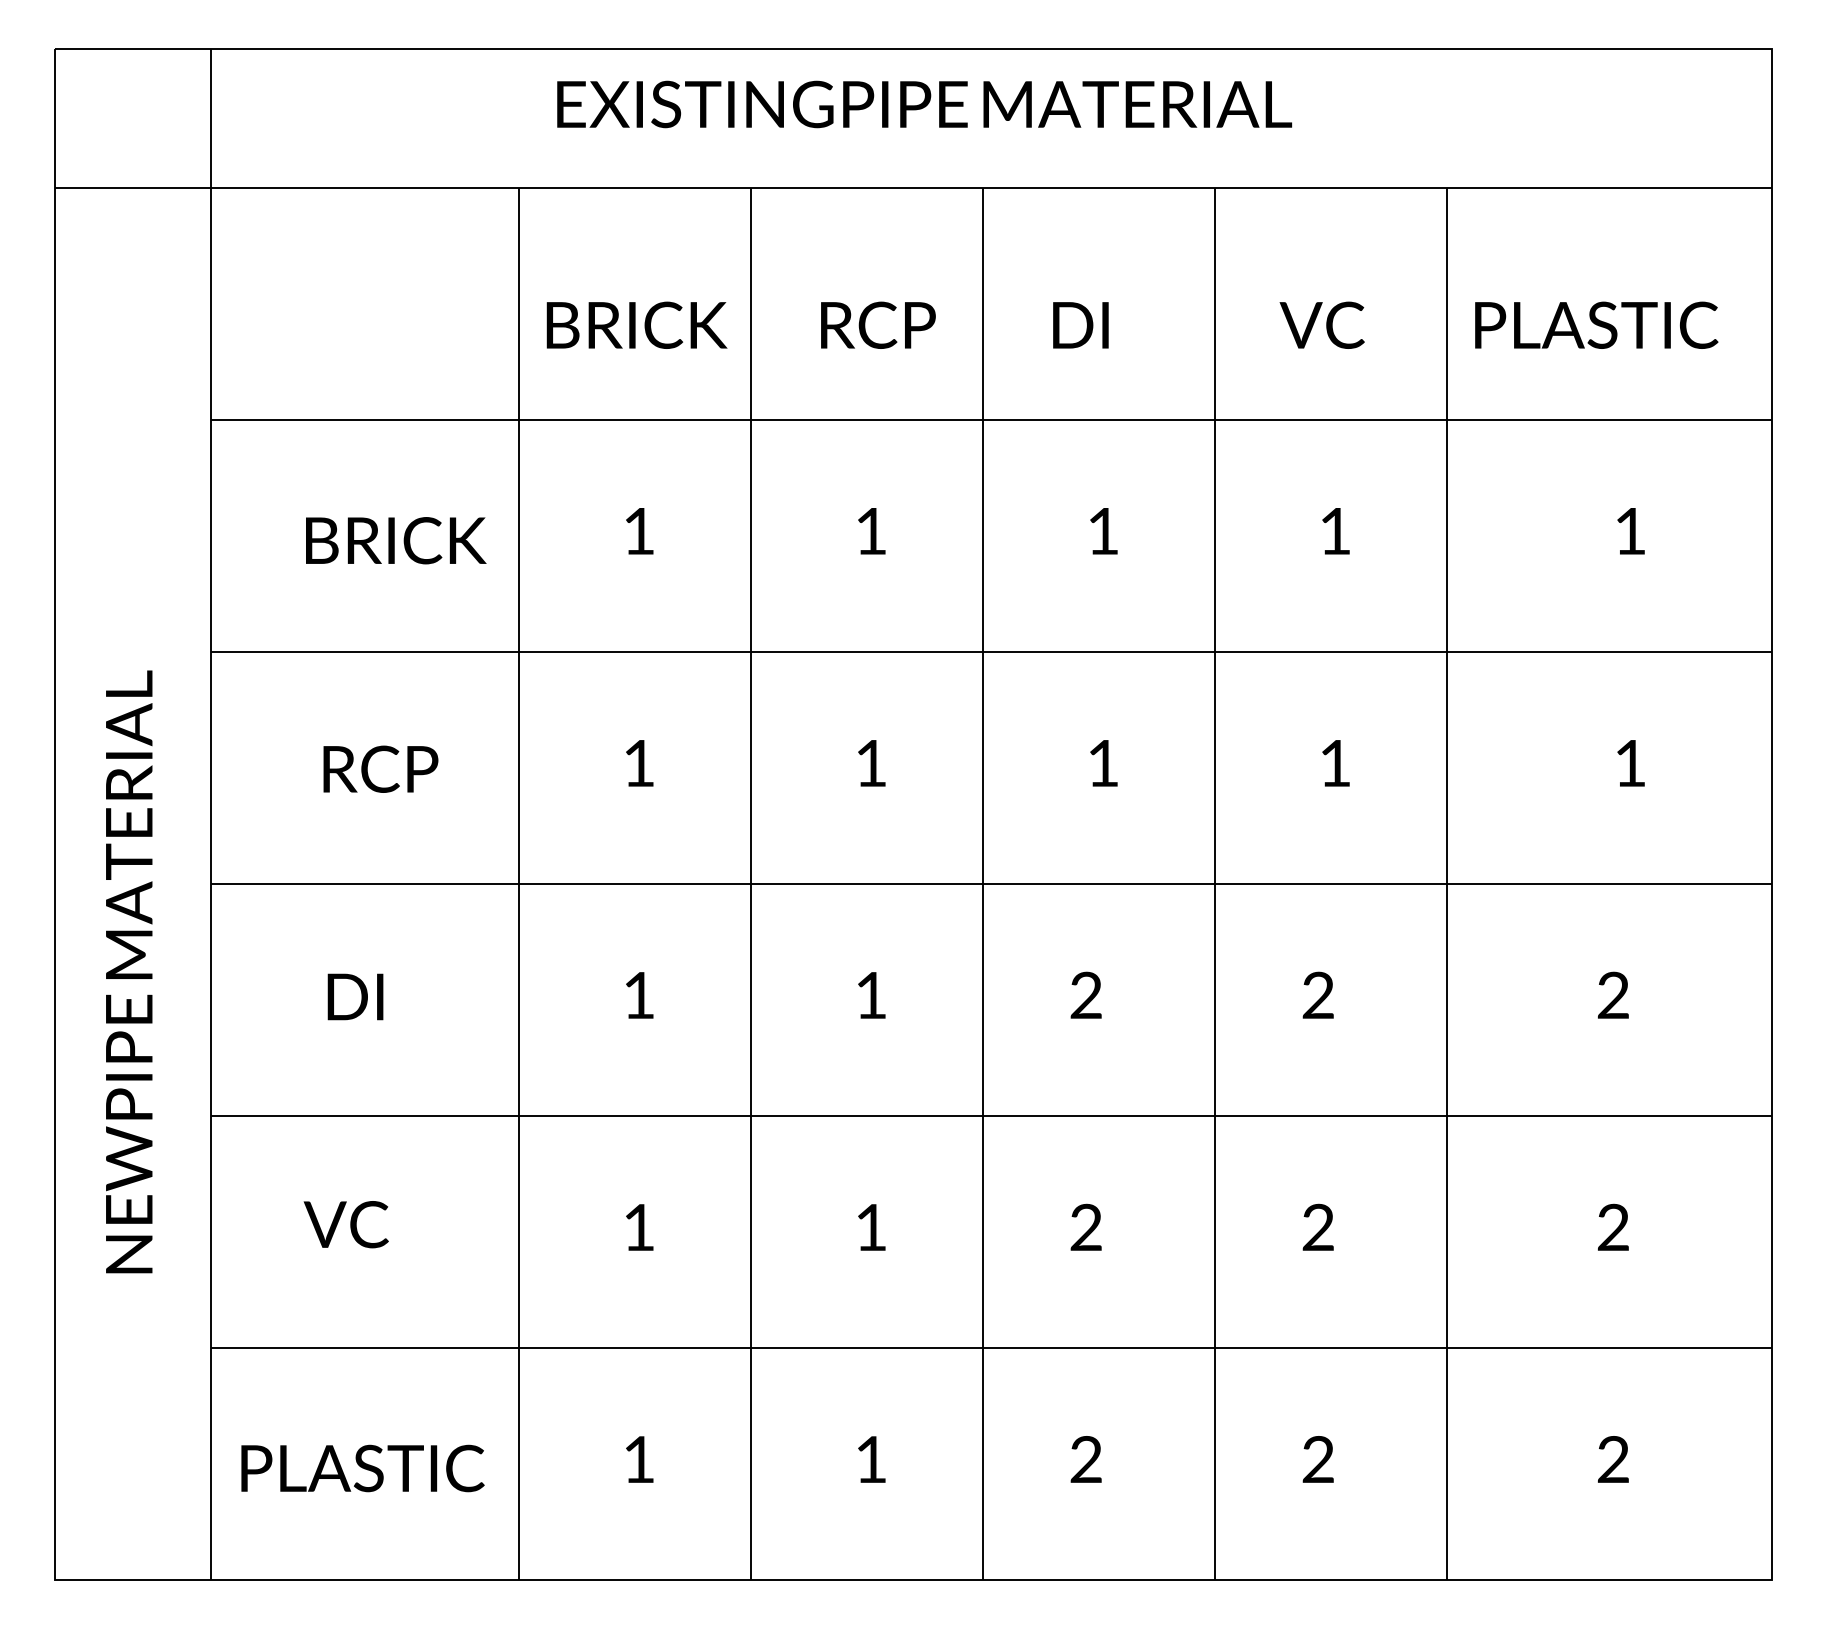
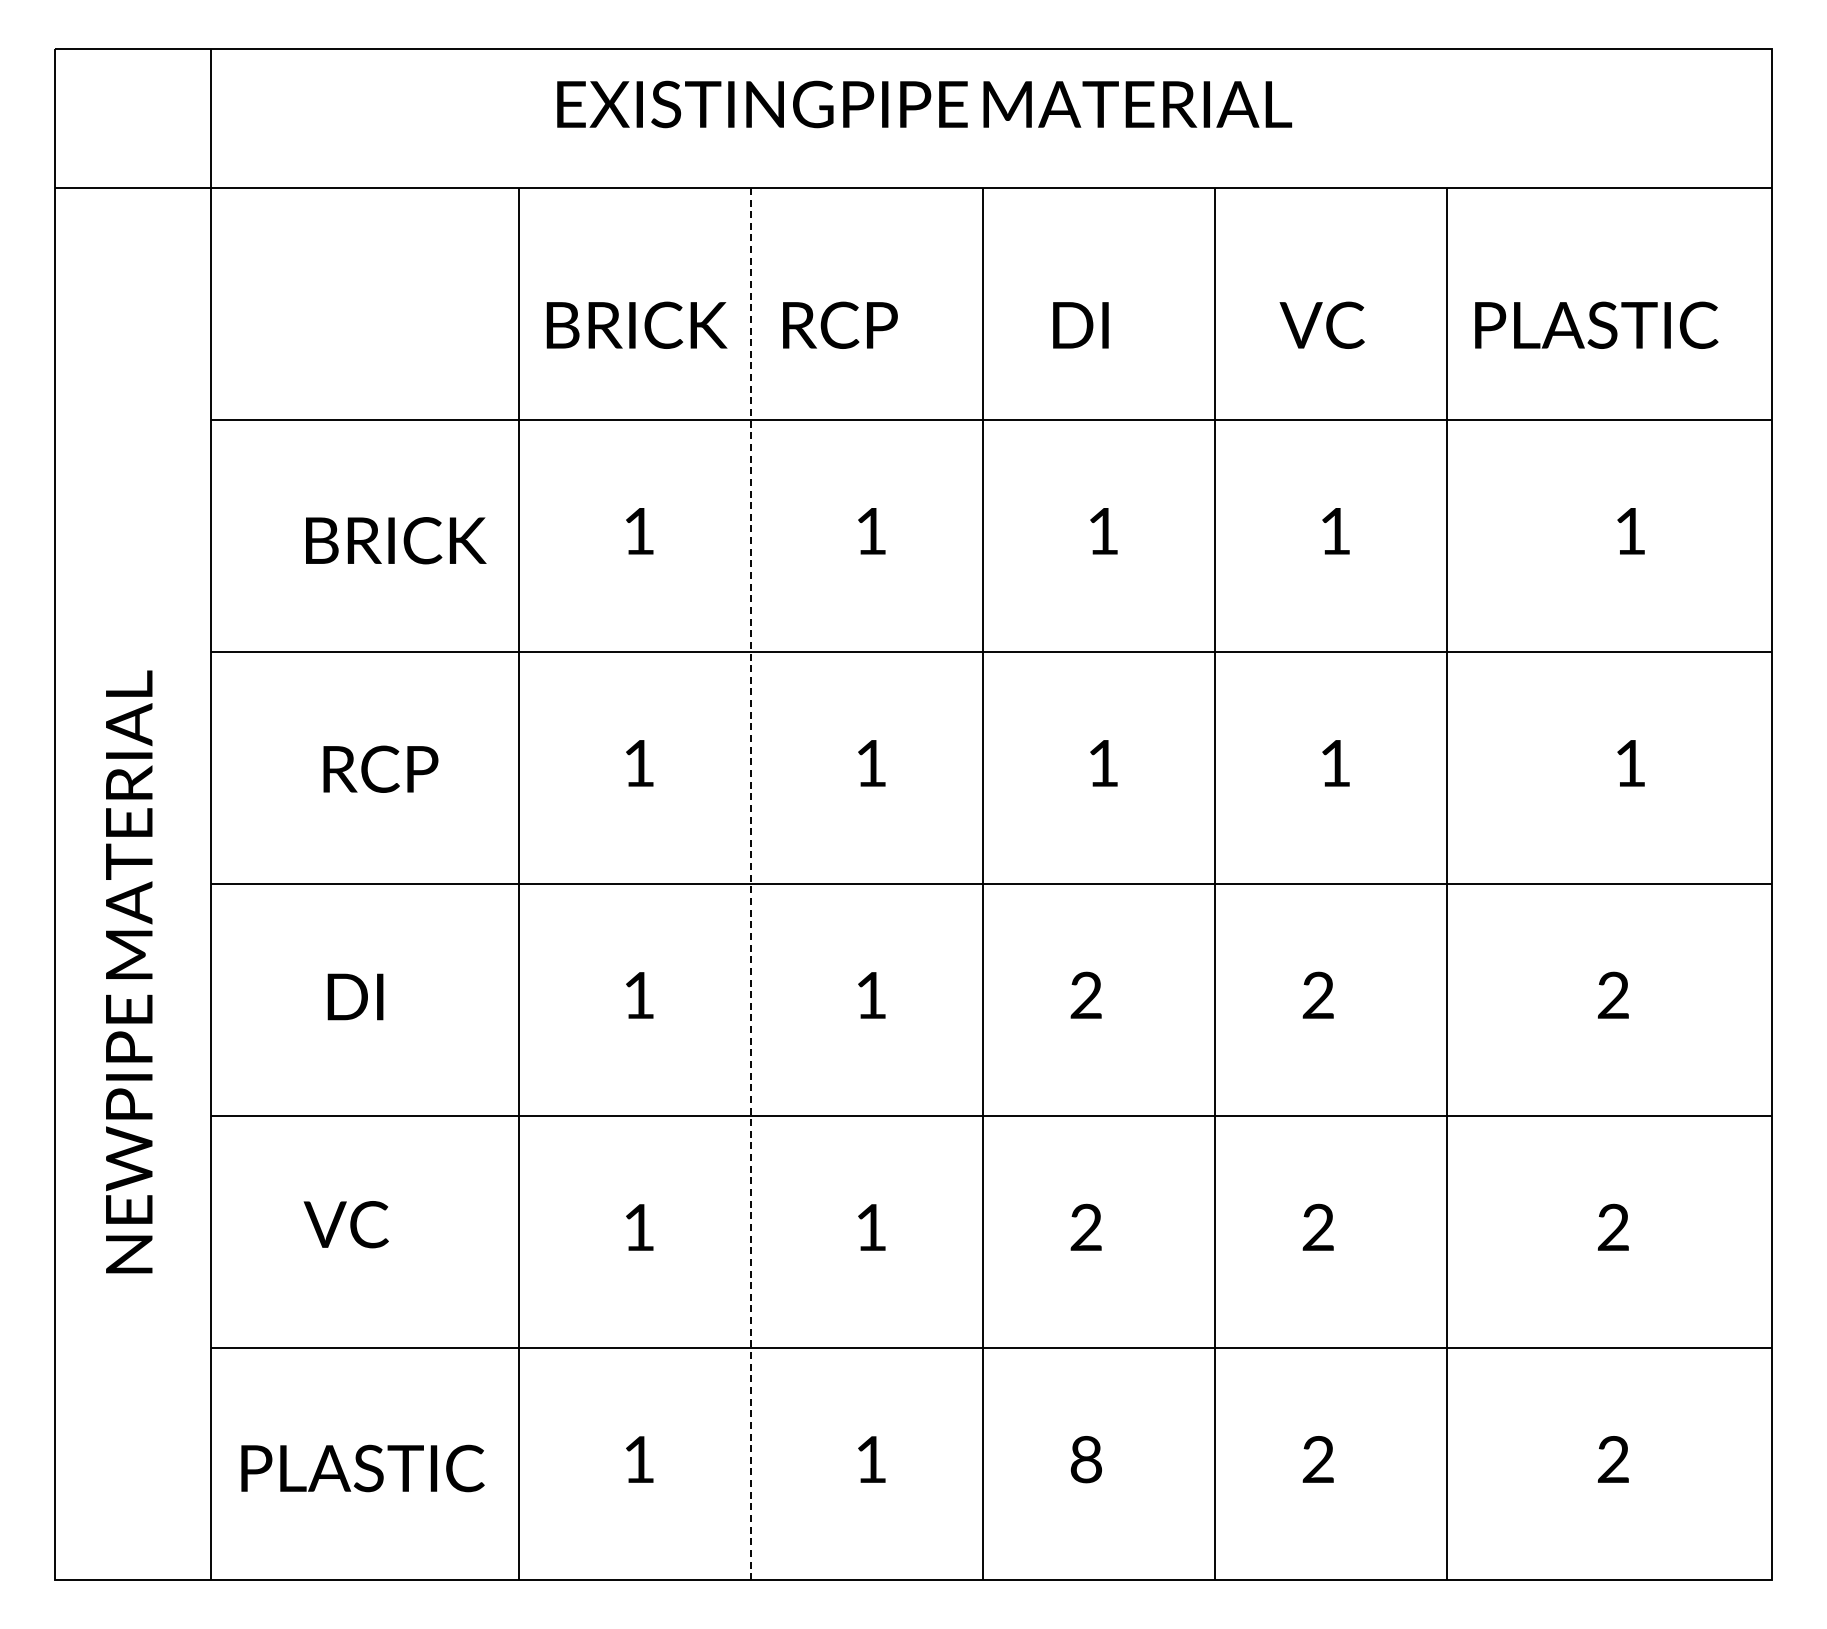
text at (878, 324) position: (878, 324) -> (840, 324)
line at (751, 884): solid -> dashed
text at (1086, 1459): 2 -> 8
